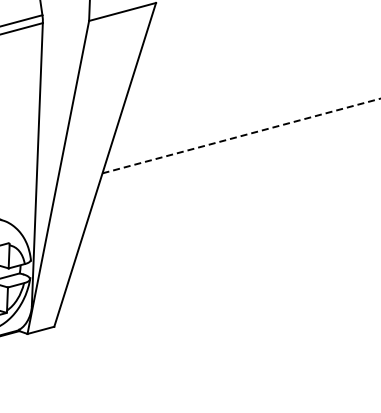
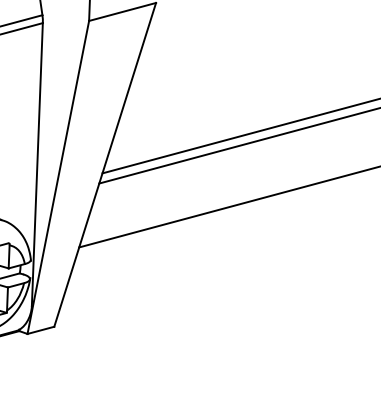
line at (241, 136): dashed -> solid
line at (238, 145): none -> present
line at (228, 207): none -> present
